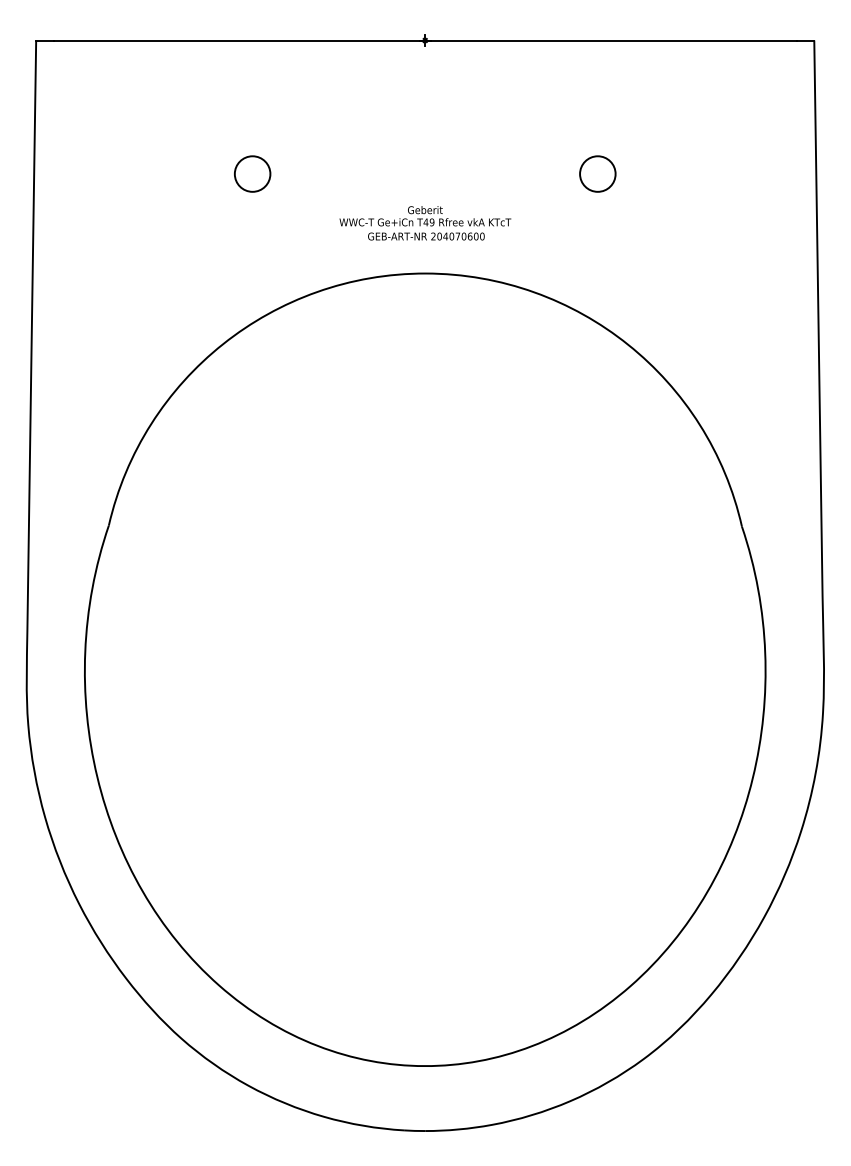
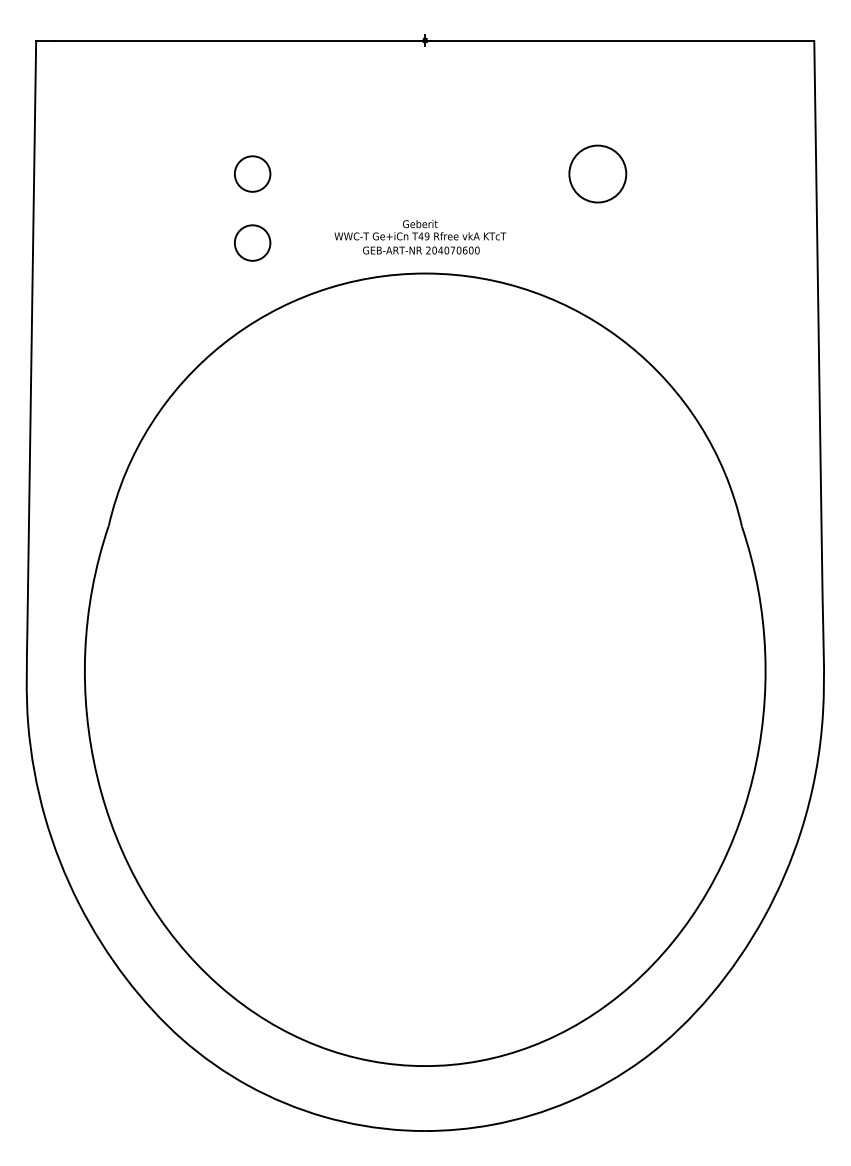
circle at (597, 173) diameter: 36 px -> 57 px
text at (425, 223) position: (425, 223) -> (420, 237)
circle at (252, 242): none -> present
